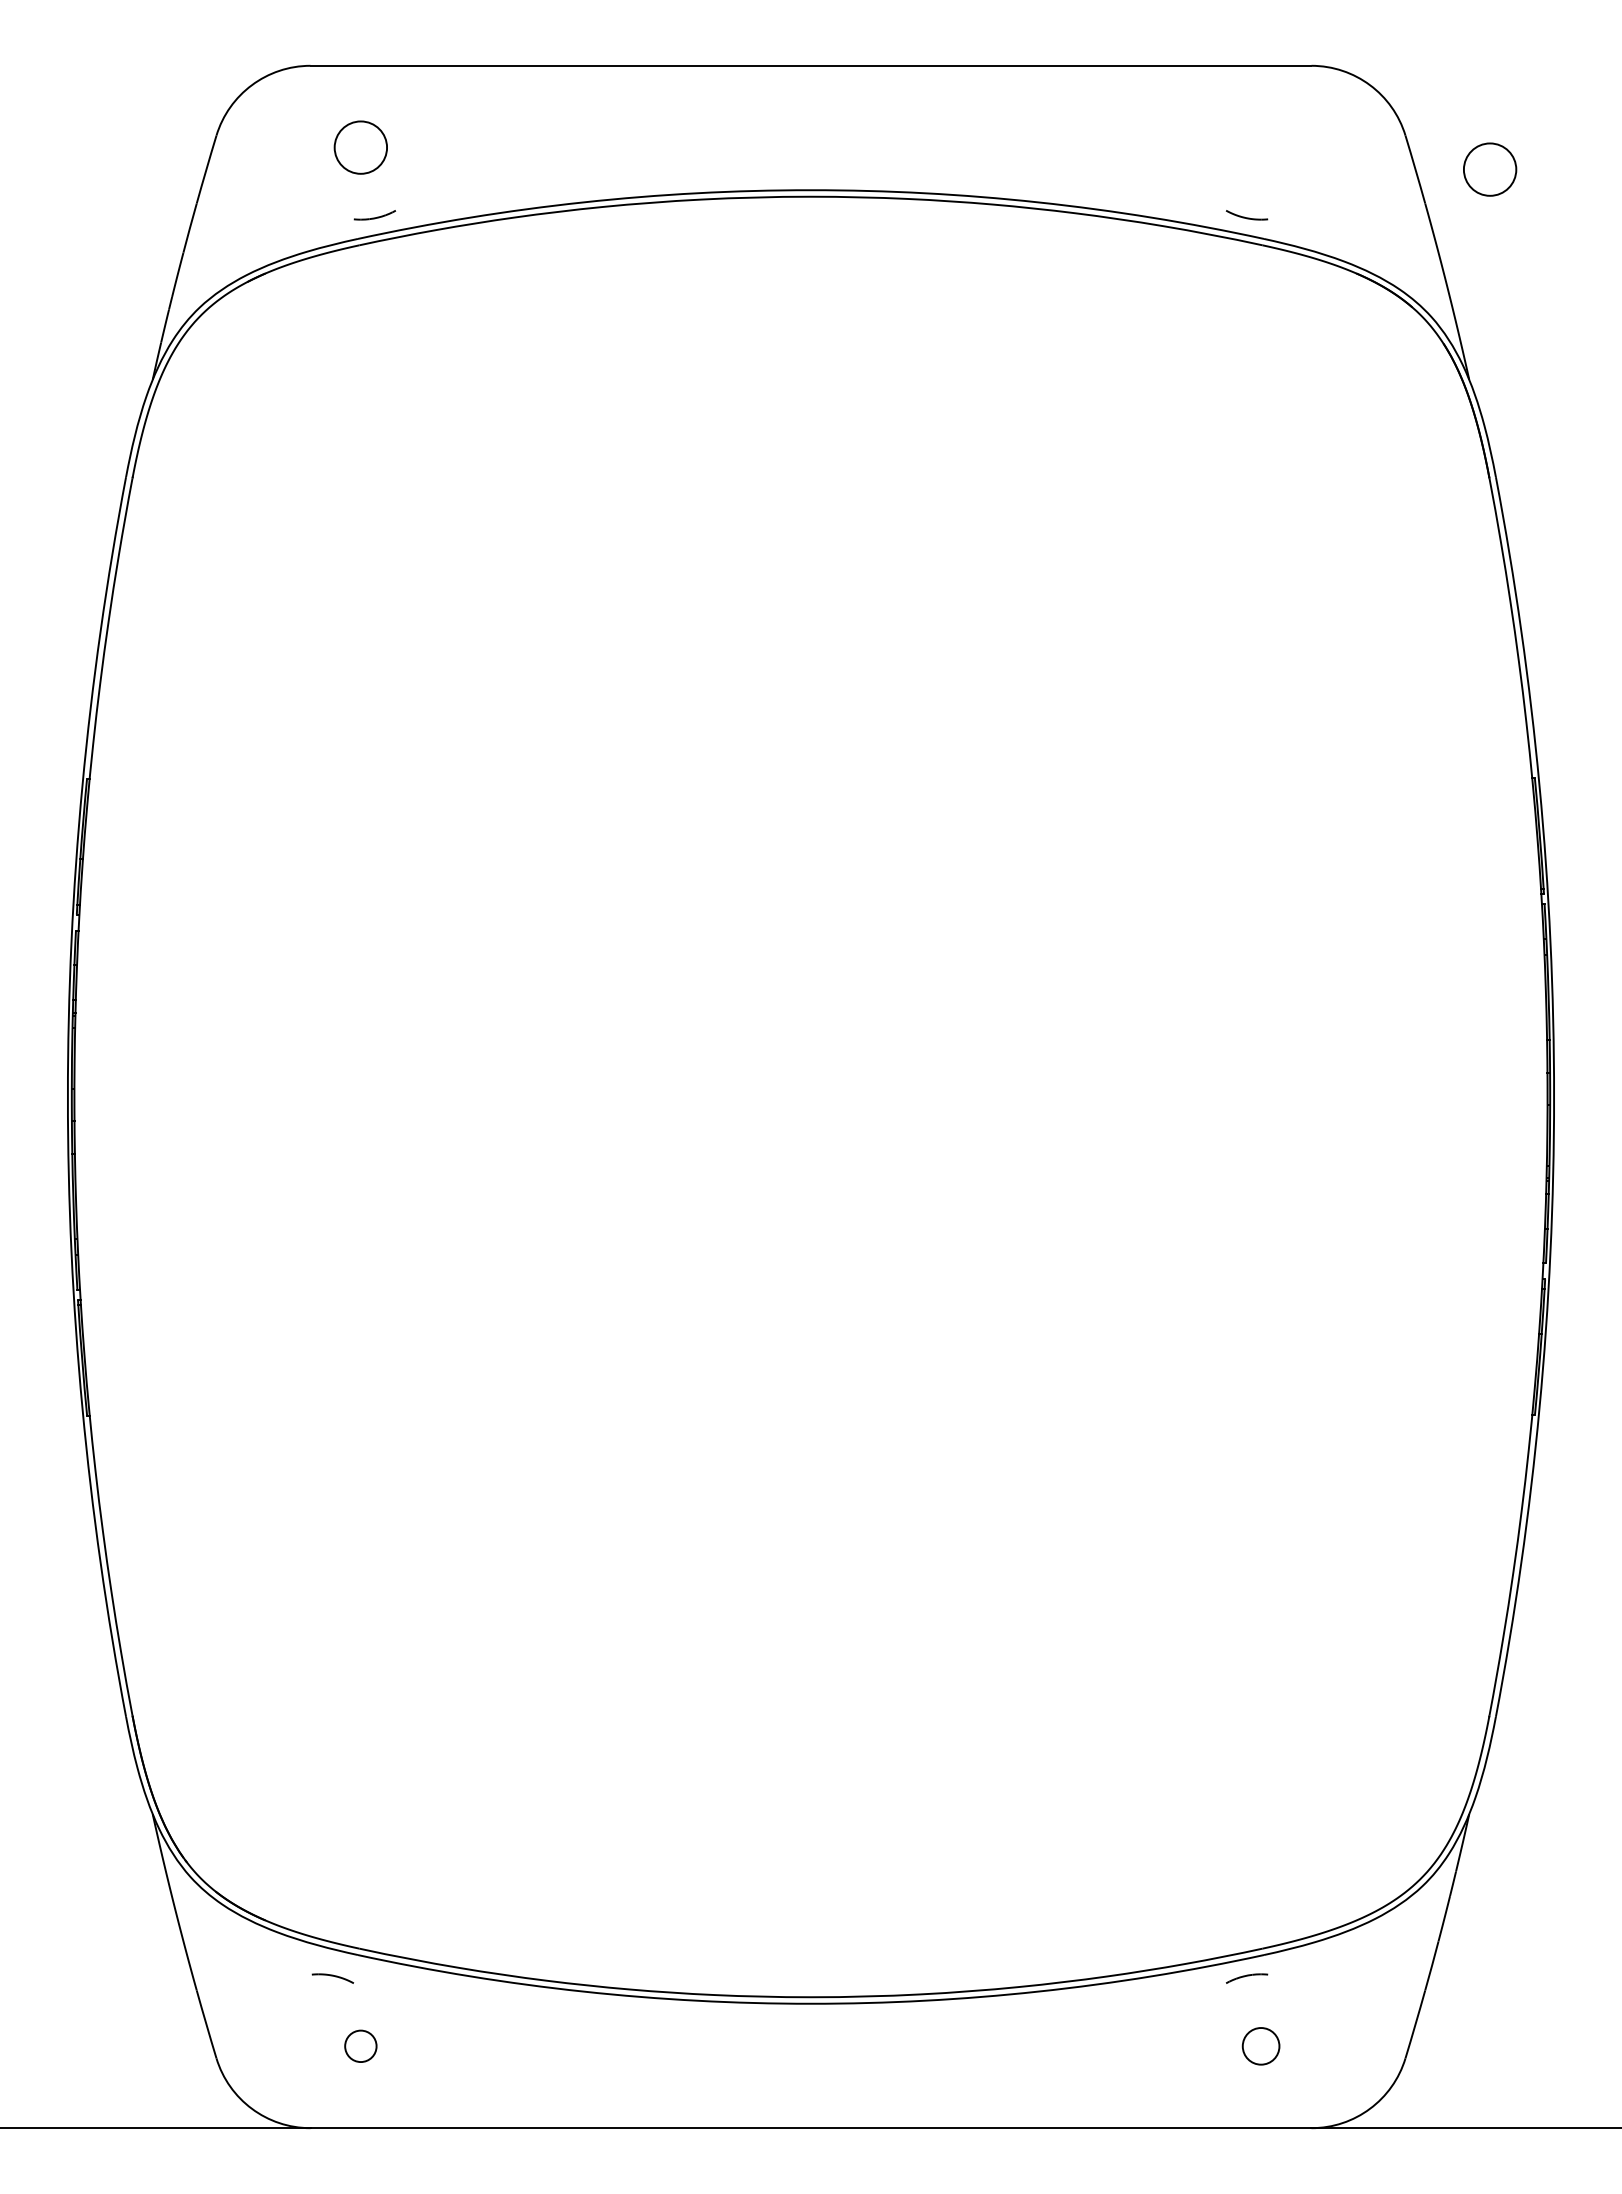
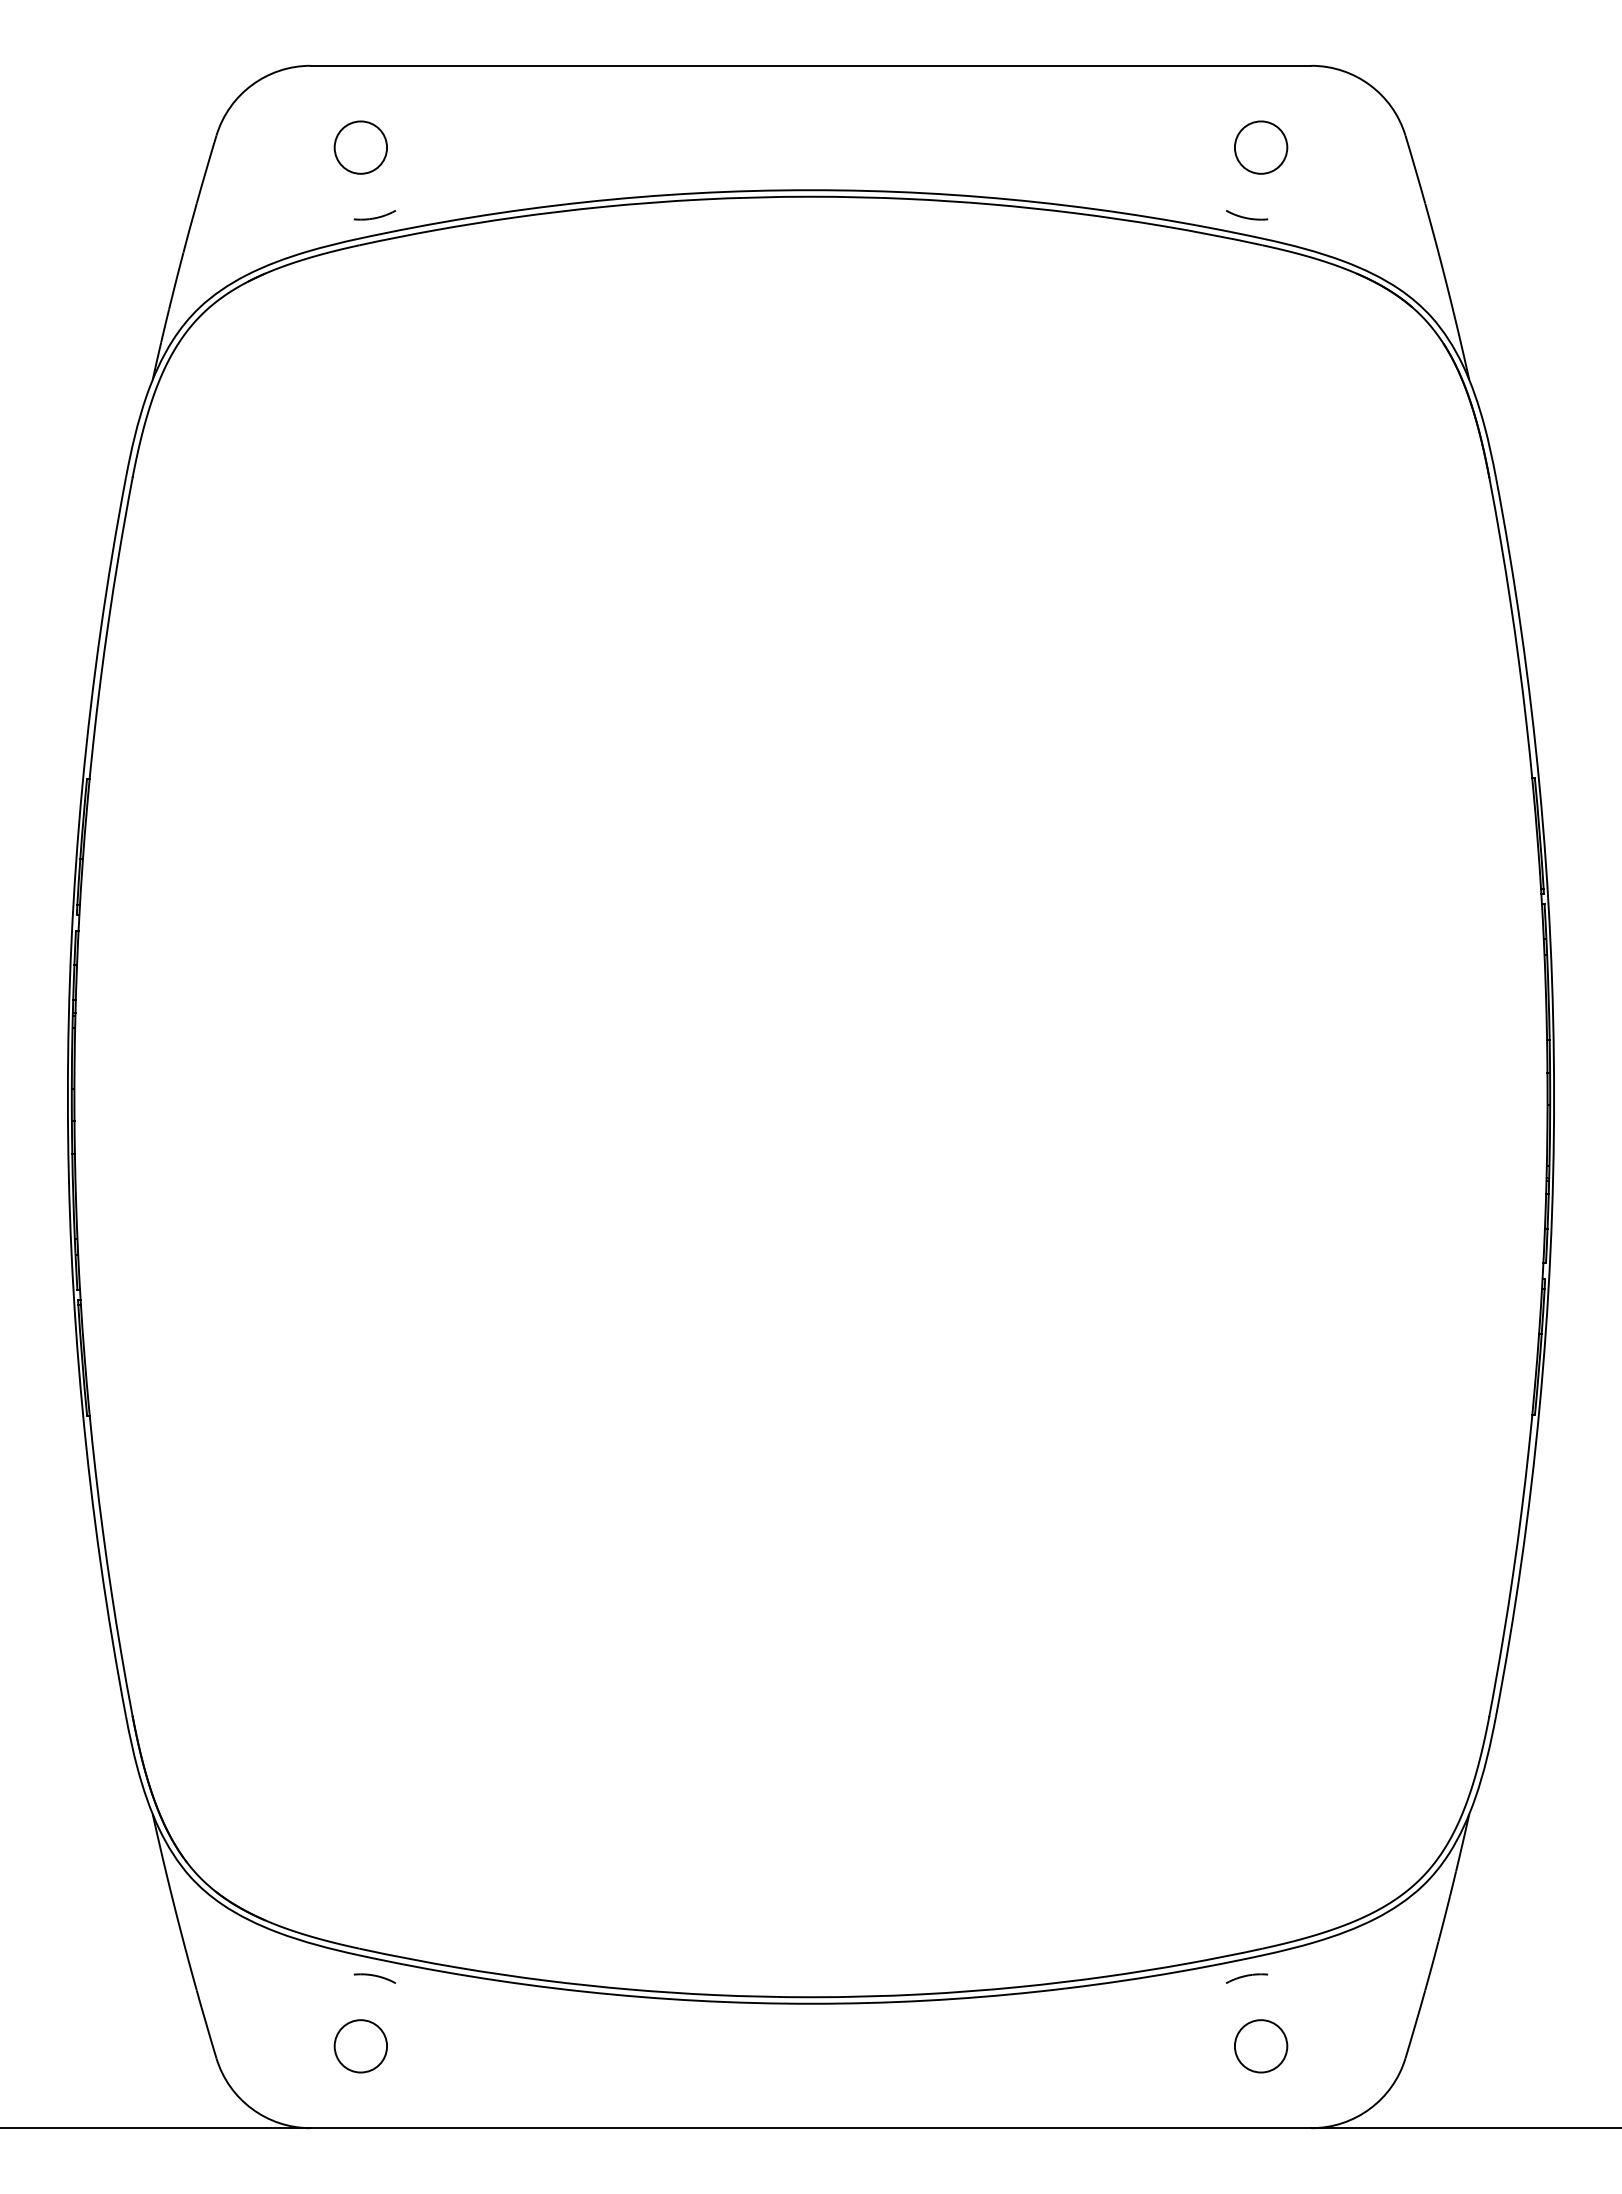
circle at (1490, 169) position: (1490, 169) -> (1261, 147)
part at (332, 1978) position: (332, 1978) -> (374, 1978)
circle at (360, 2046) diameter: 31 px -> 52 px
circle at (1260, 2046) diameter: 37 px -> 52 px
